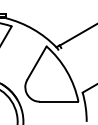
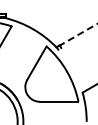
line at (78, 34): solid -> dashed
